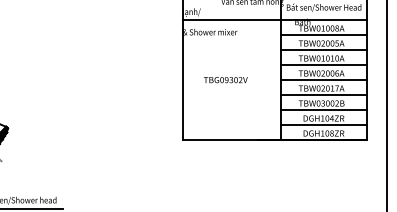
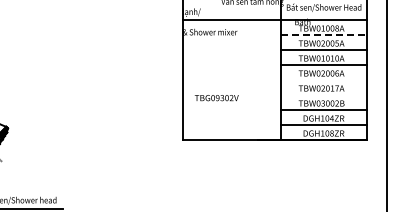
line at (324, 35): solid -> dashed
text at (225, 80) position: (225, 80) -> (216, 98)
line at (323, 80): present -> none
line at (323, 95): present -> none
